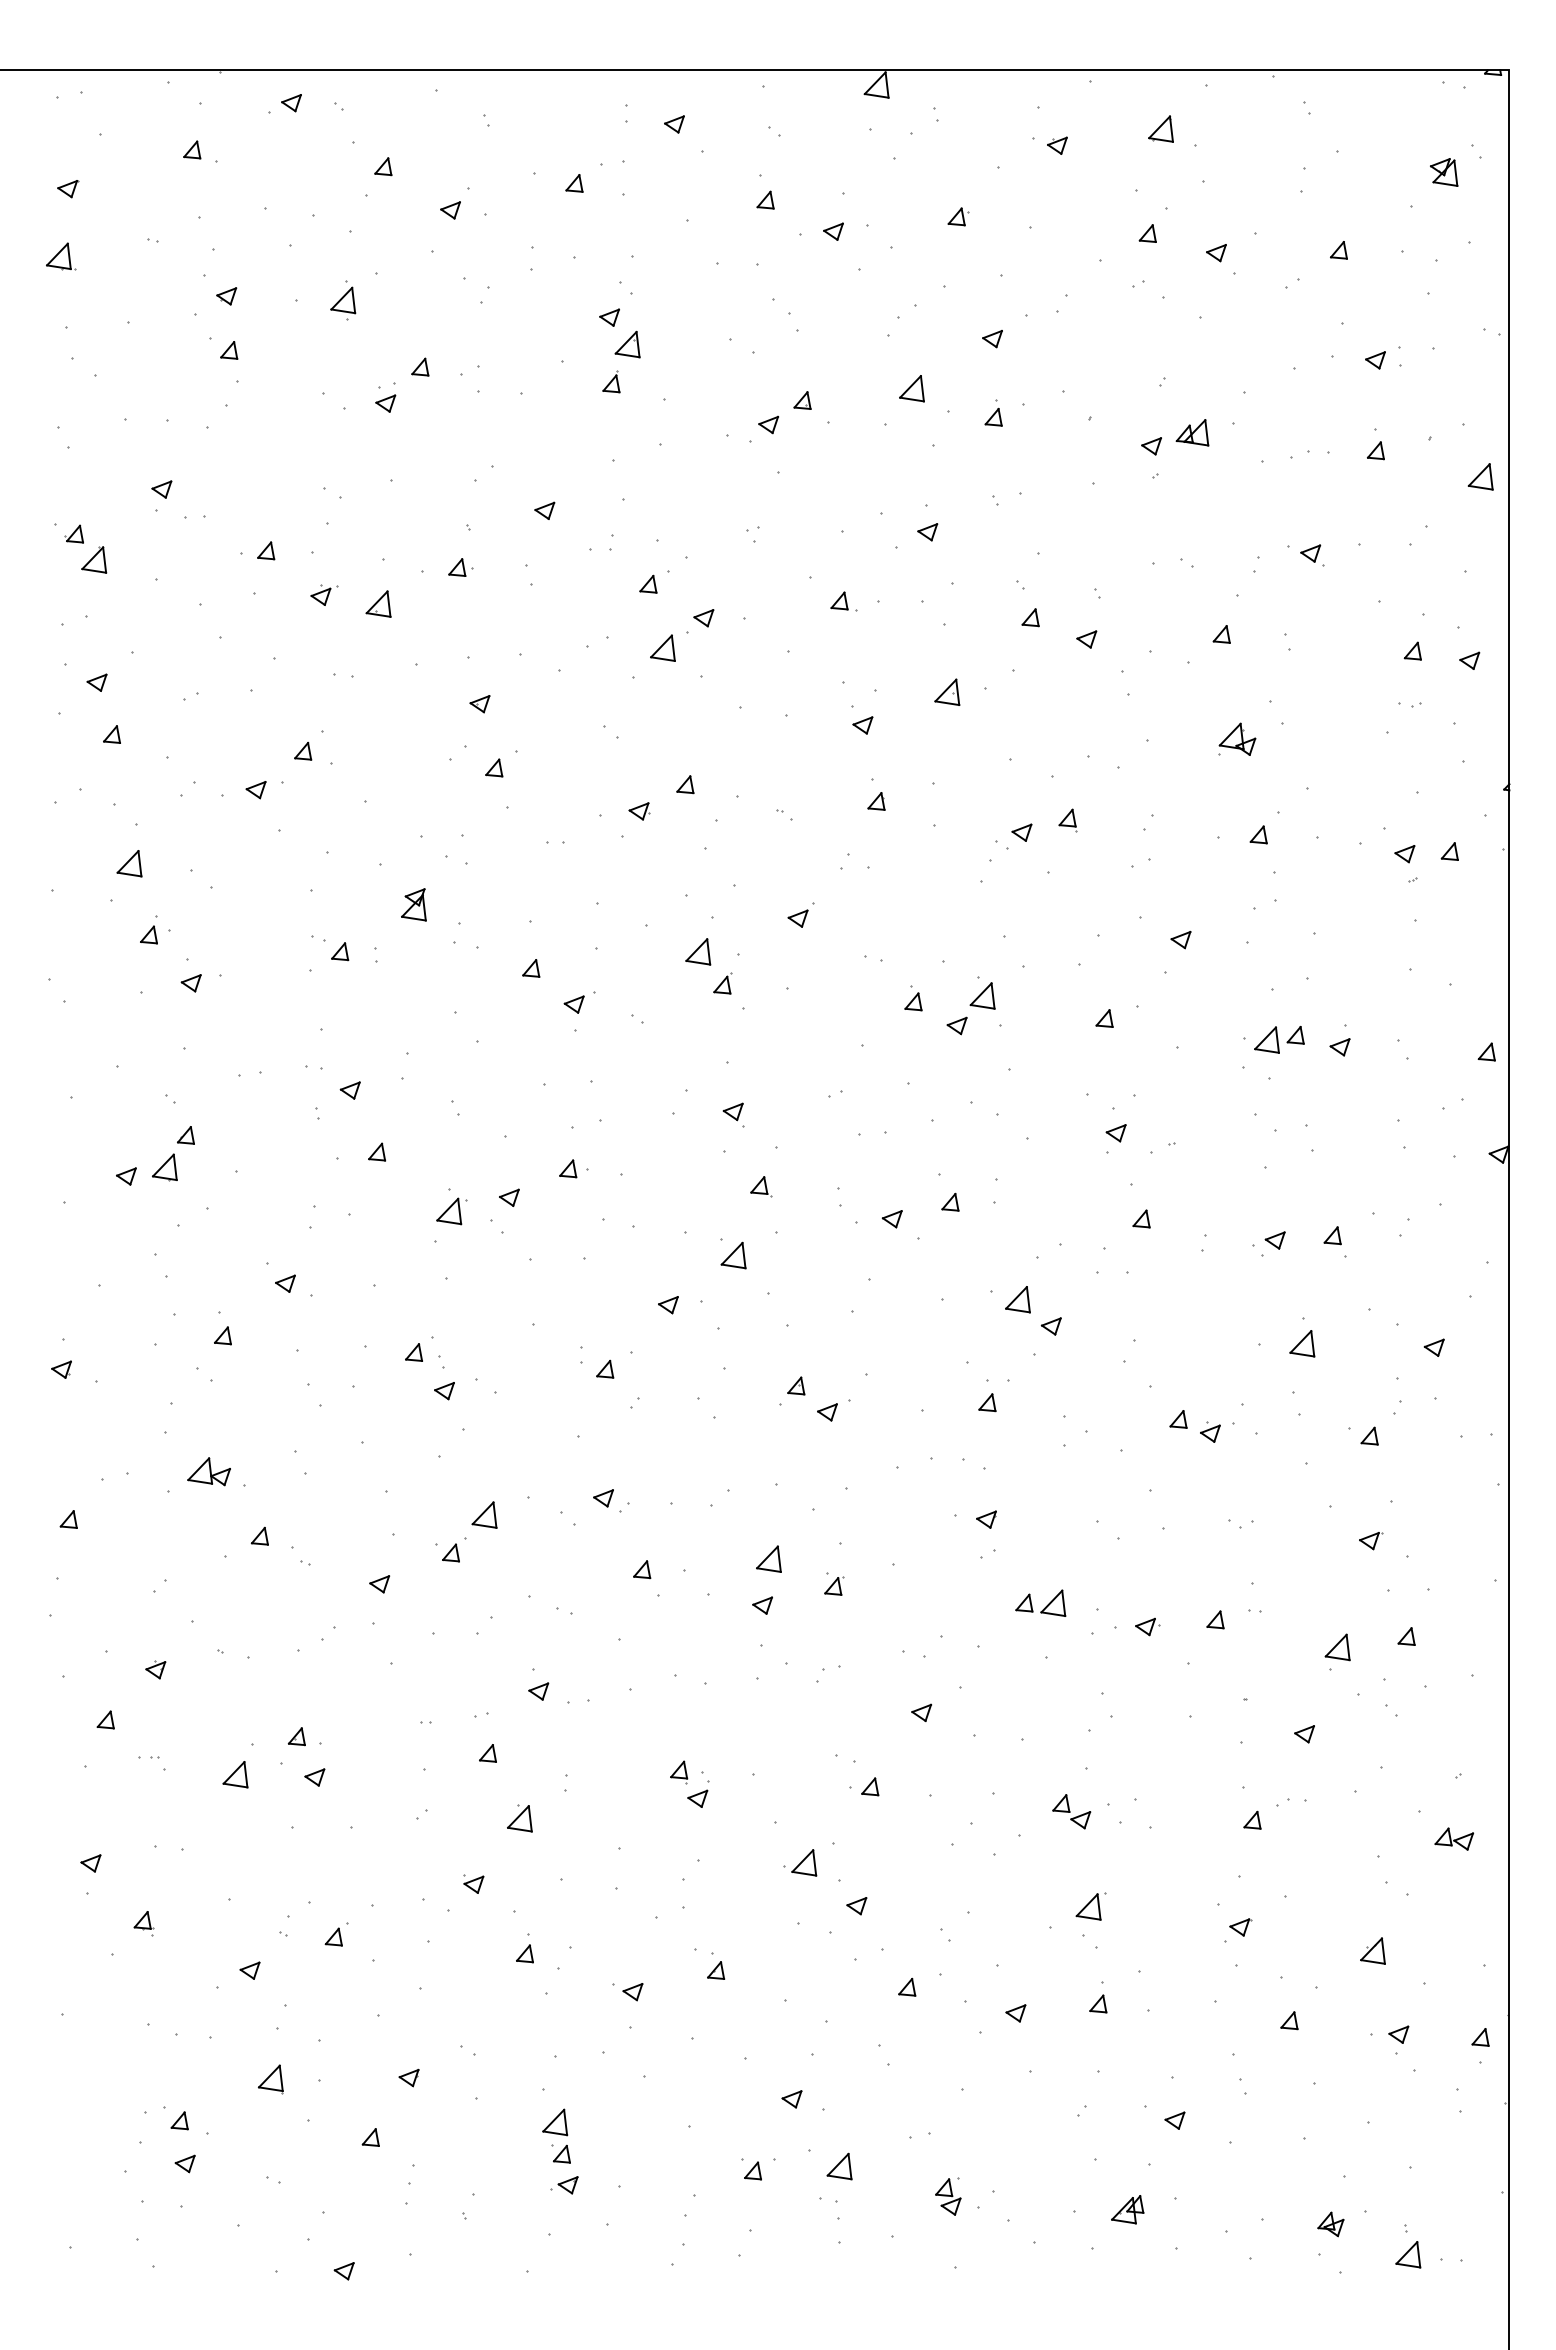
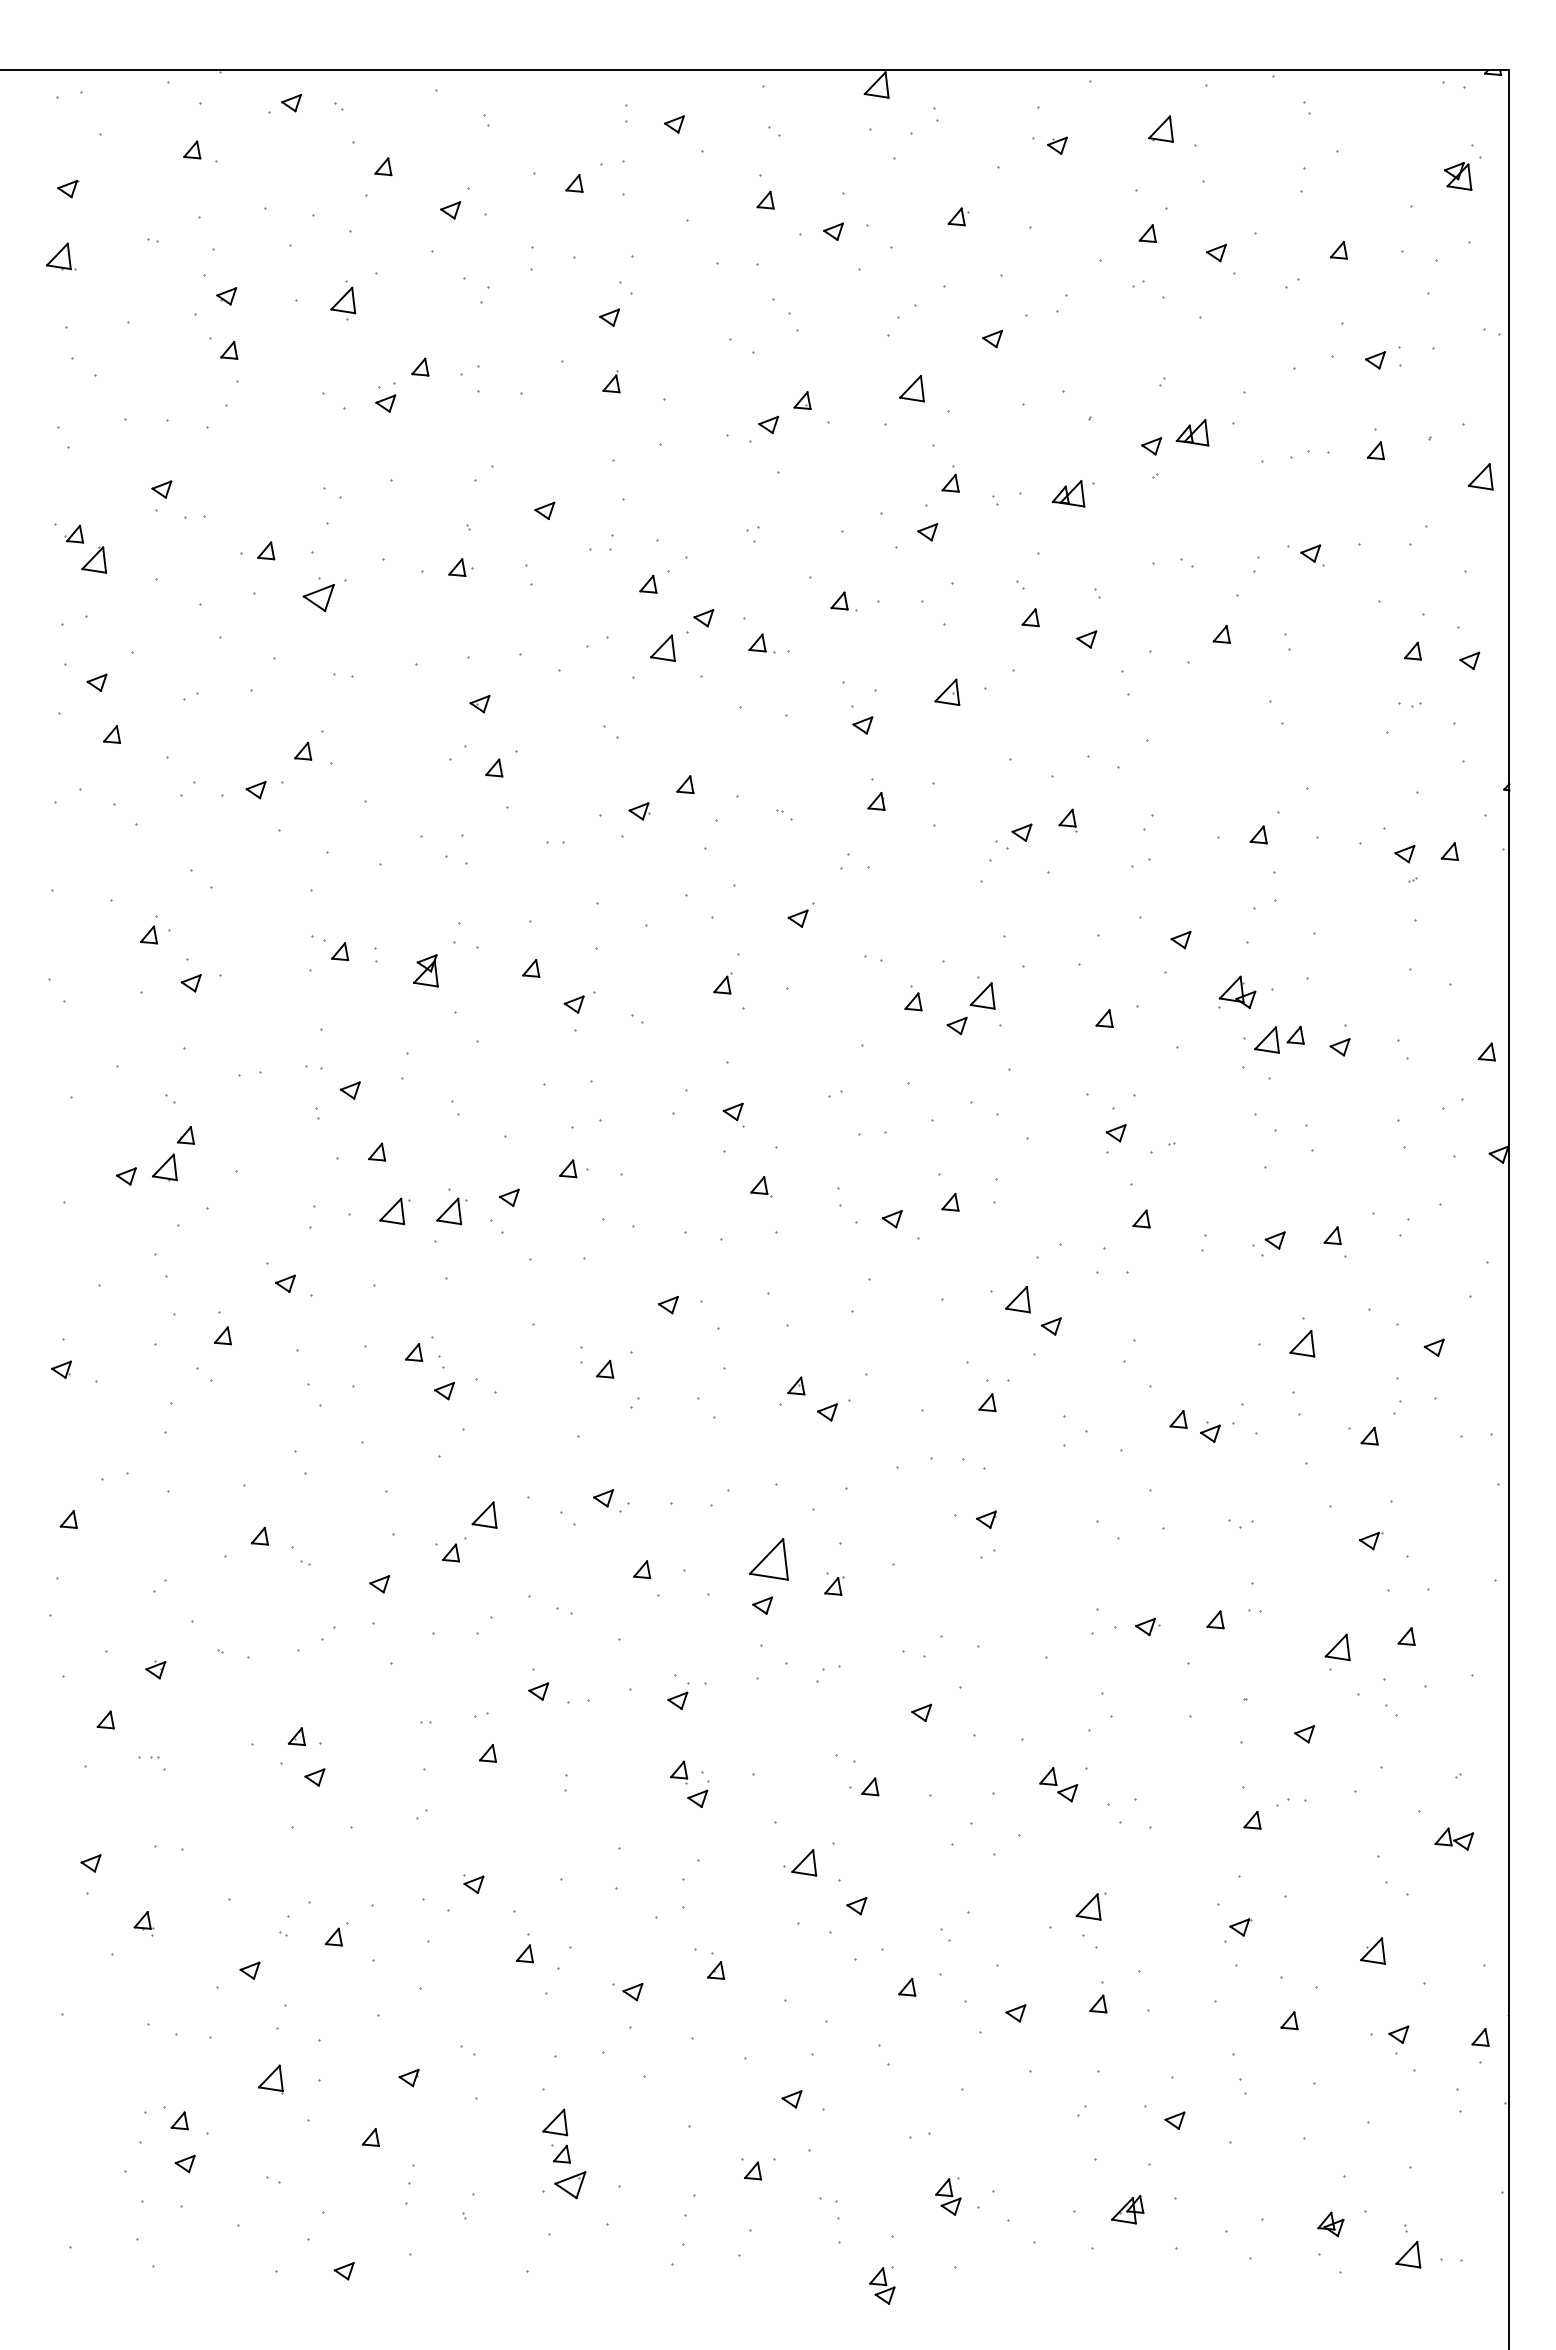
part at (1444, 172) position: (1444, 172) -> (1458, 176)
part at (627, 344): present -> none
part at (993, 412) position: (993, 412) -> (950, 478)
part at (1068, 493): none -> present
part at (324, 594) size: 29x22 px -> 45x35 px
part at (378, 603): present -> none
part at (761, 643): none -> present
part at (1237, 738) position: (1237, 738) -> (1237, 991)
part at (129, 863): present -> none
part at (413, 904) position: (413, 904) -> (425, 970)
part at (698, 951): present -> none
part at (394, 1211): none -> present
part at (733, 1255): present -> none
part at (208, 1471): present -> none
part at (768, 1558) size: 26x28 px -> 40x43 px
part at (1045, 1606): present -> none
part at (678, 1695): none -> present
part at (235, 1774): present -> none
part at (1071, 1811) position: (1071, 1811) -> (1058, 1784)
part at (519, 1818): present -> none
part at (839, 2166): present -> none
part at (564, 2185) size: 29x19 px -> 45x29 px
part at (882, 2285): none -> present
